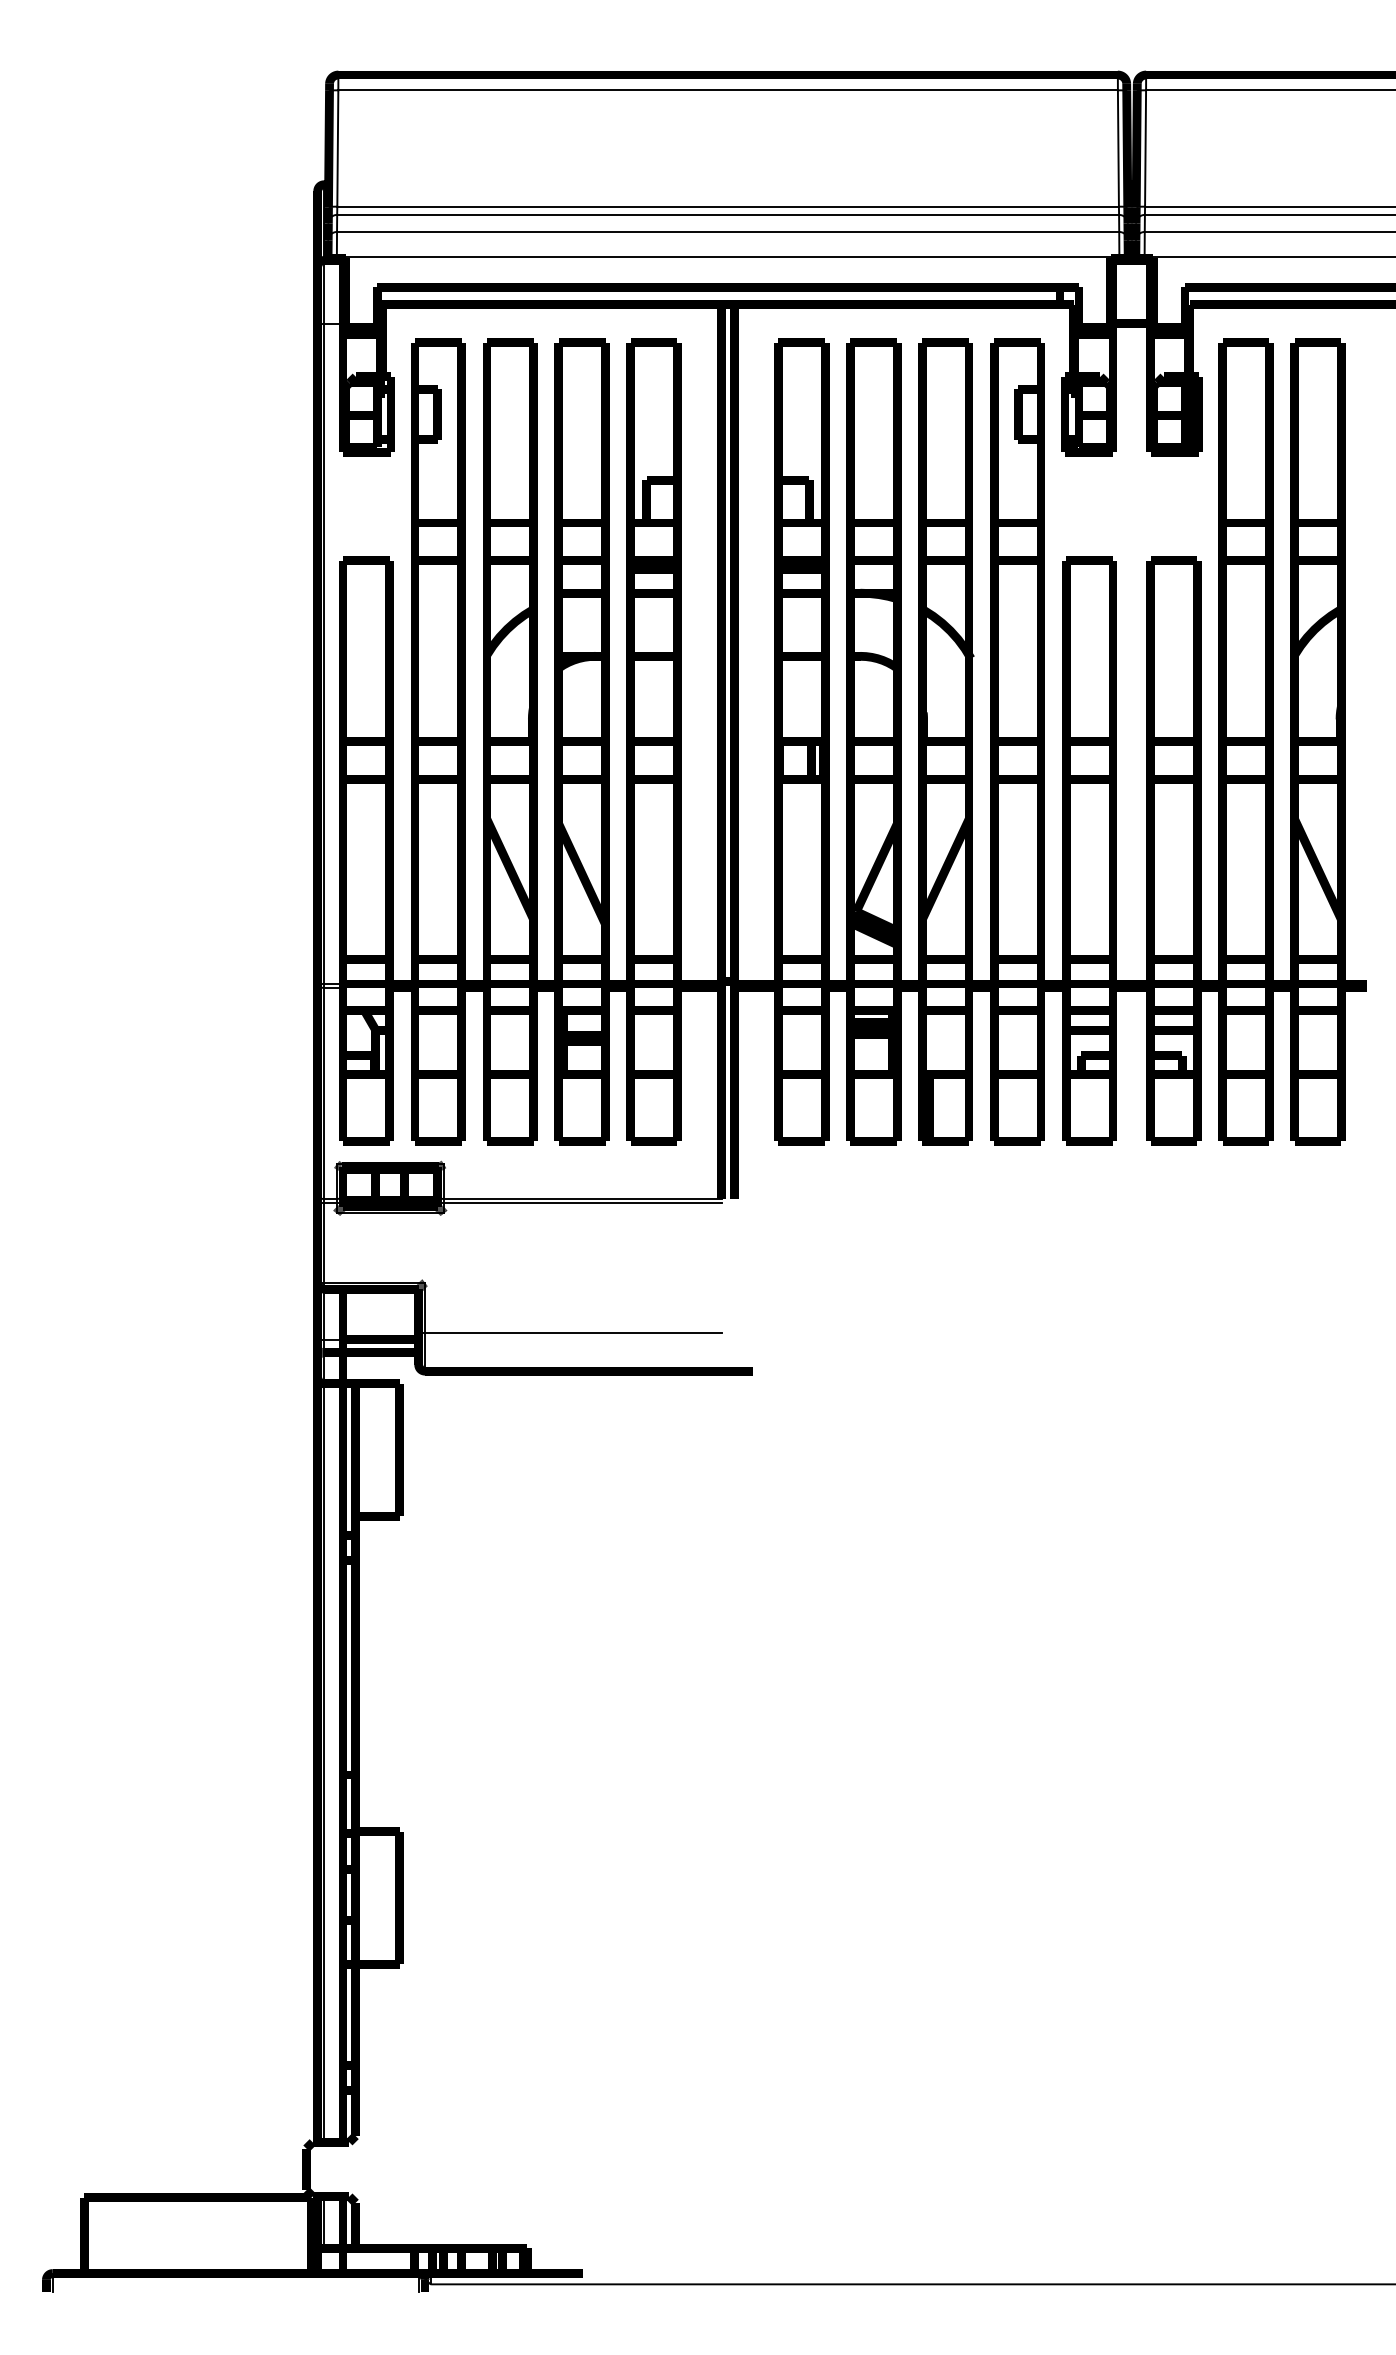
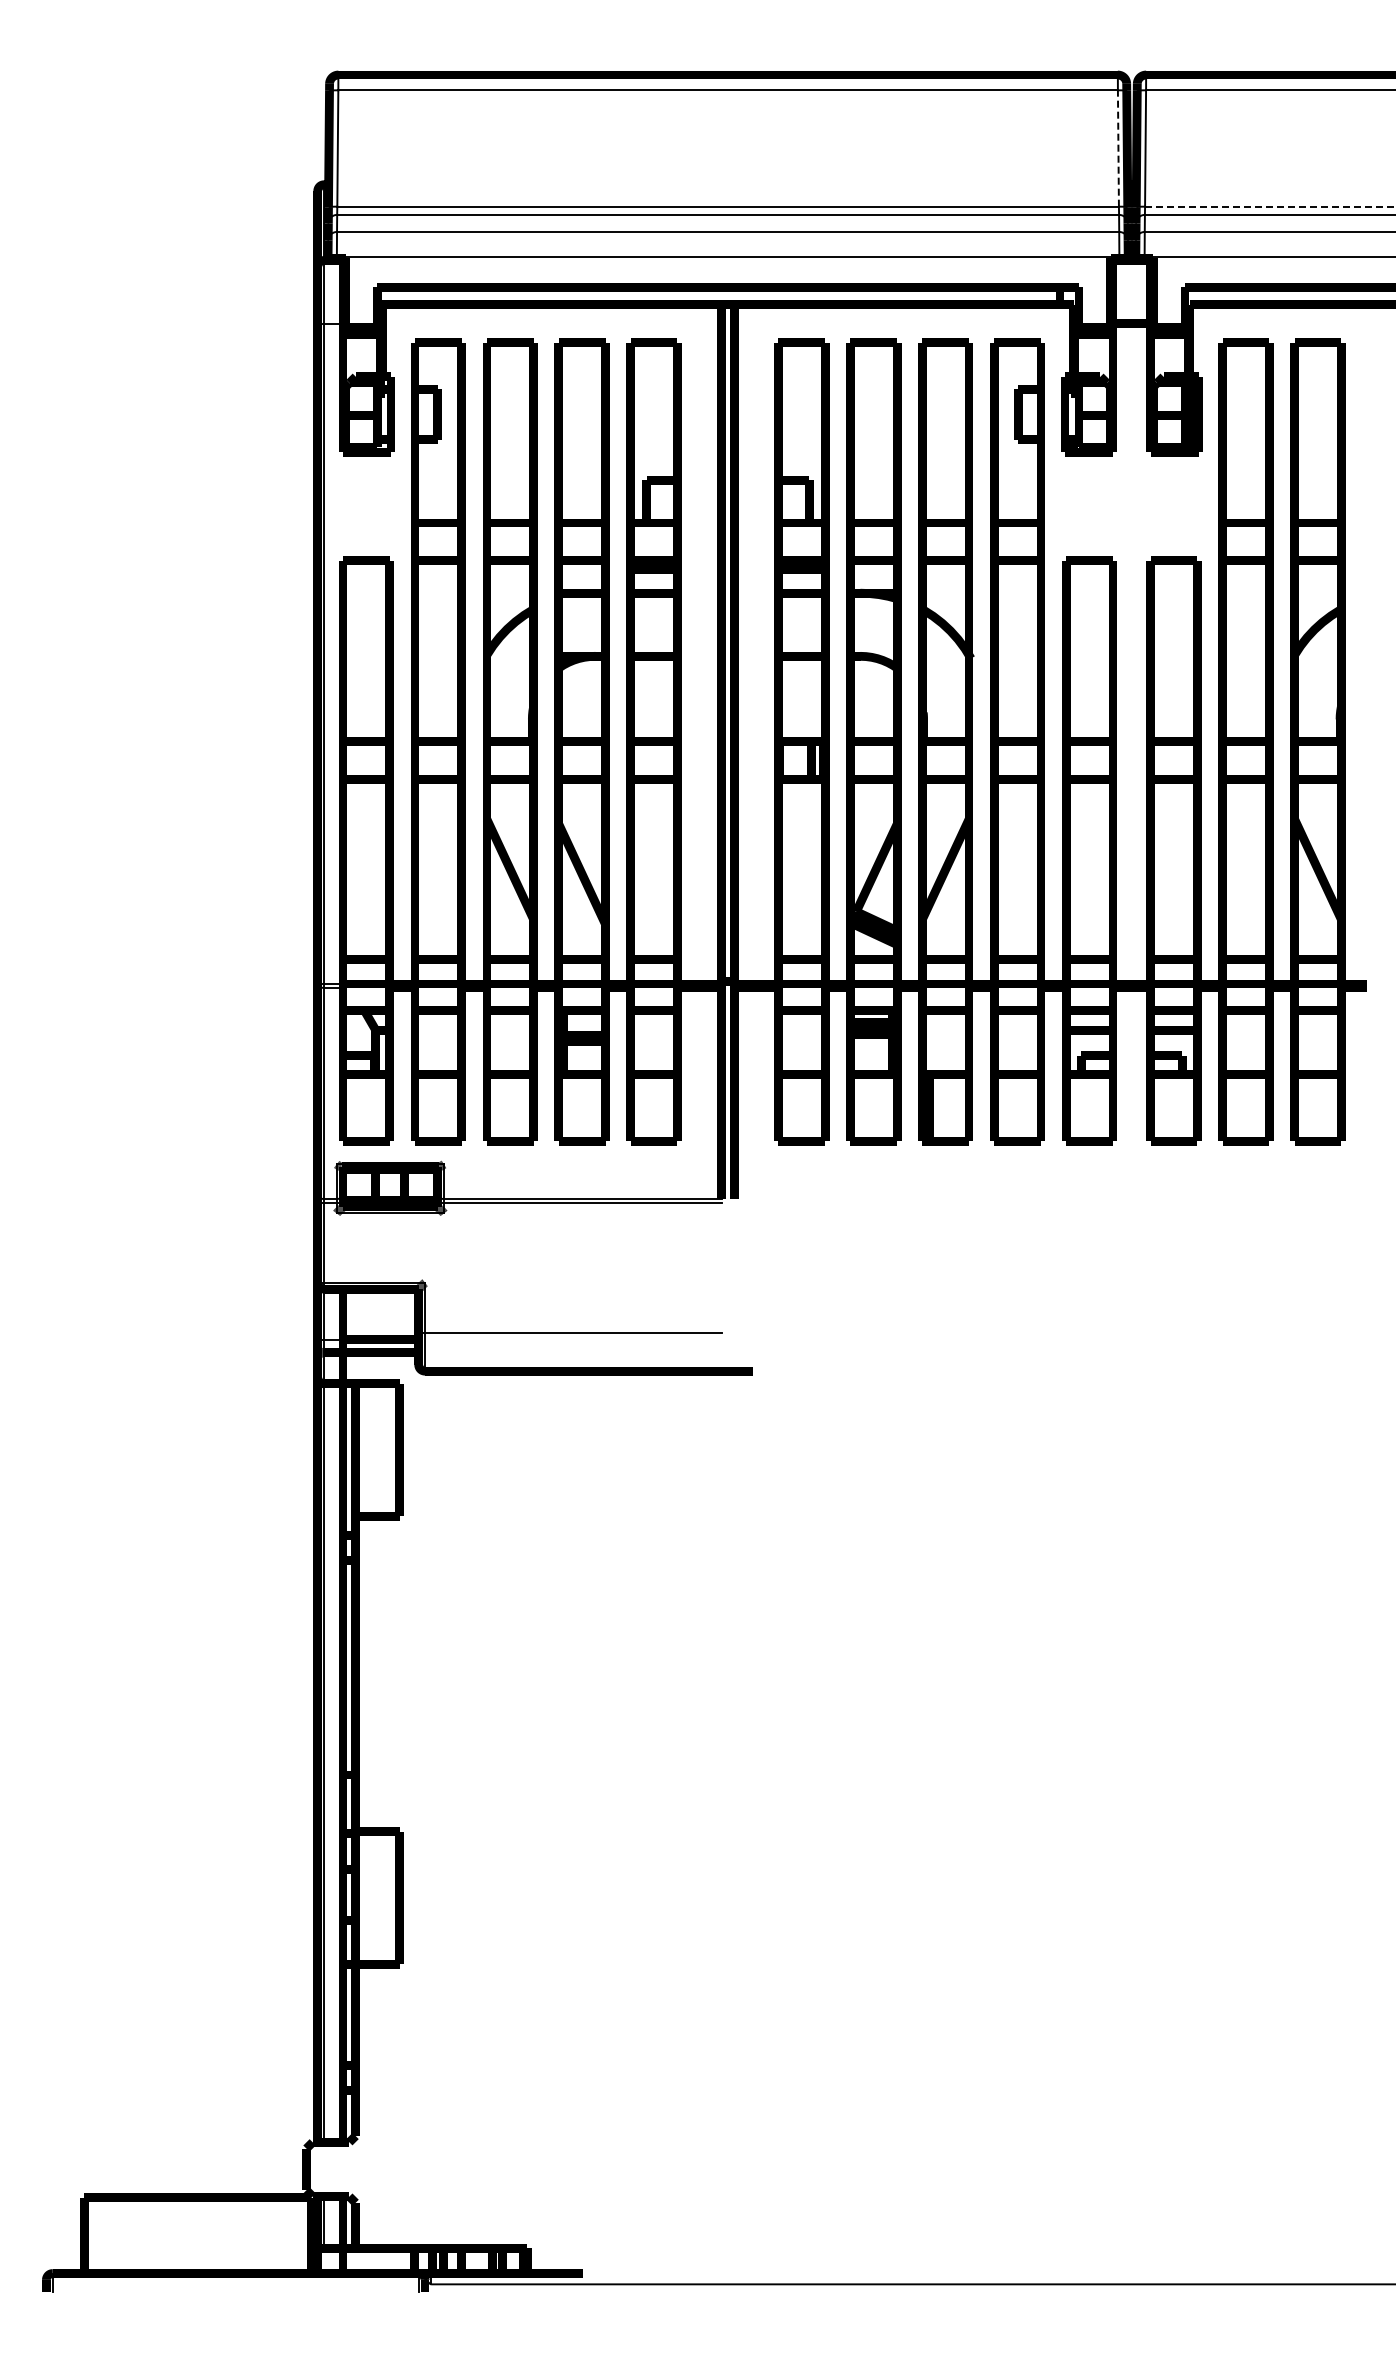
line at (1118, 148): solid -> dashed
line at (1271, 206): solid -> dashed
